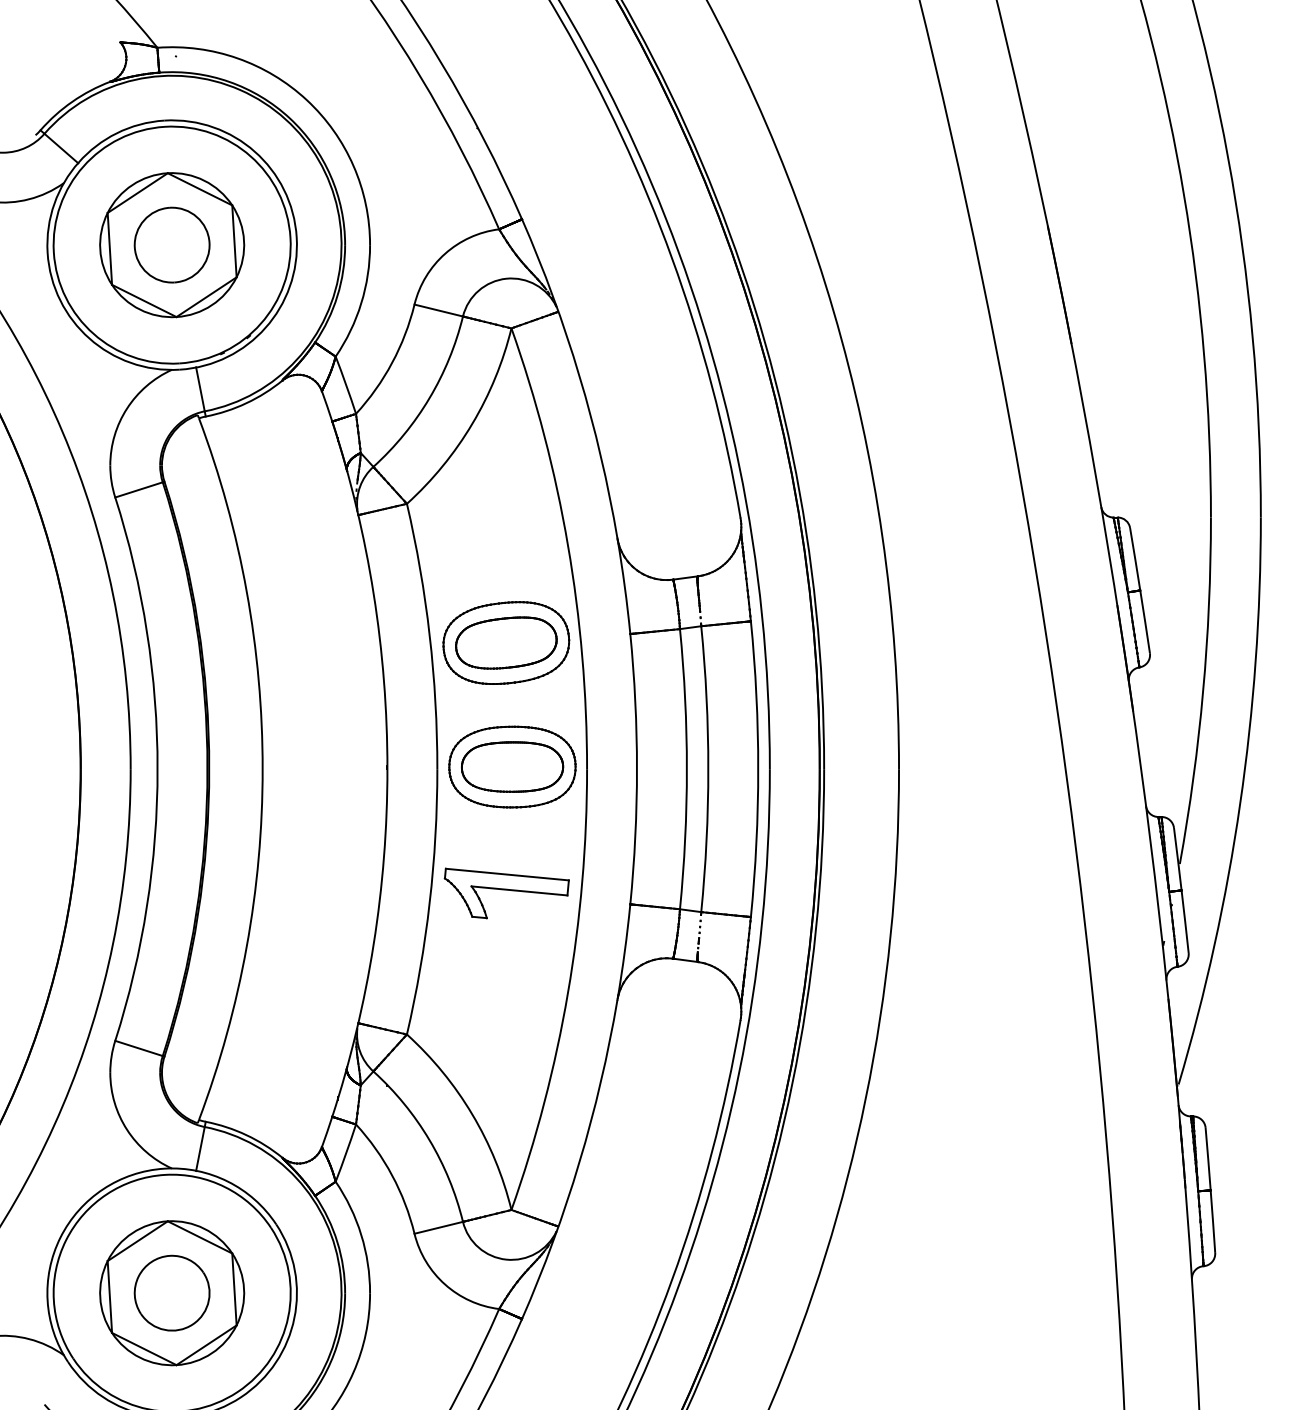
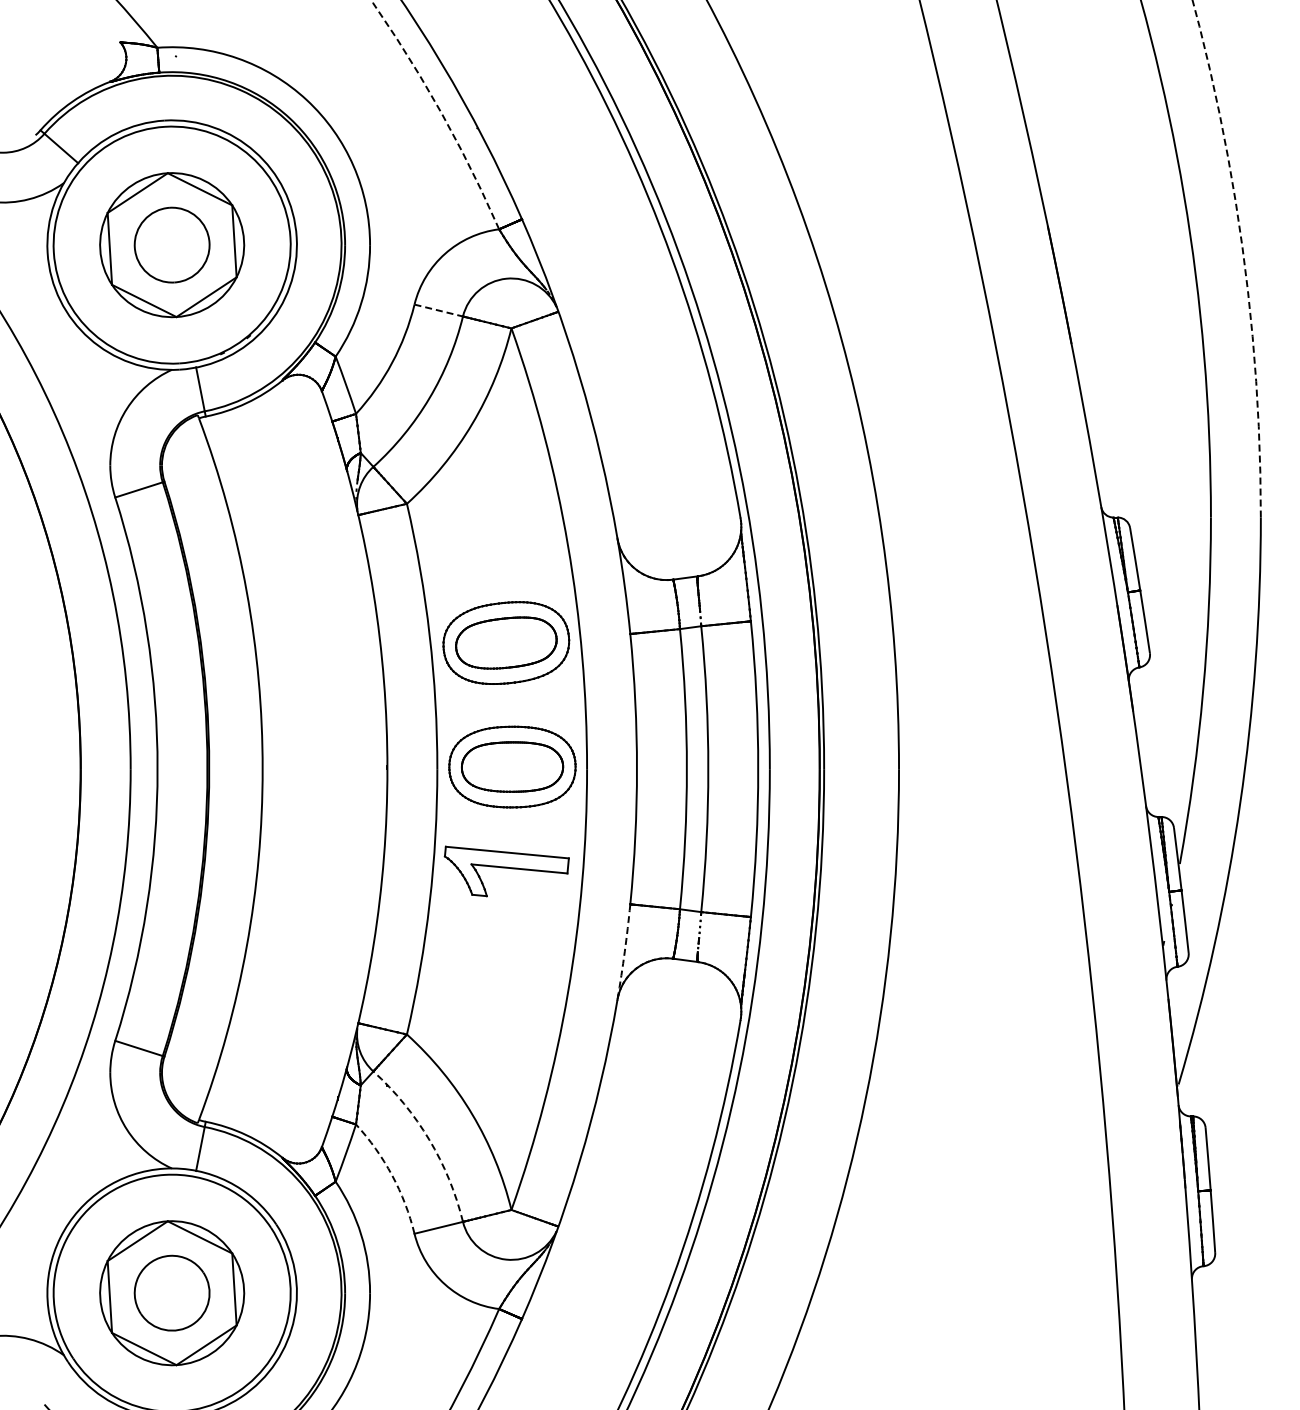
arc at (440, 111): solid -> dashed
arc at (1243, 257): solid -> dashed
line at (438, 310): solid -> dashed
part at (506, 893) position: (506, 893) -> (506, 871)
arc at (624, 951): solid -> dashed
arc at (429, 1139): solid -> dashed
arc at (392, 1175): solid -> dashed
